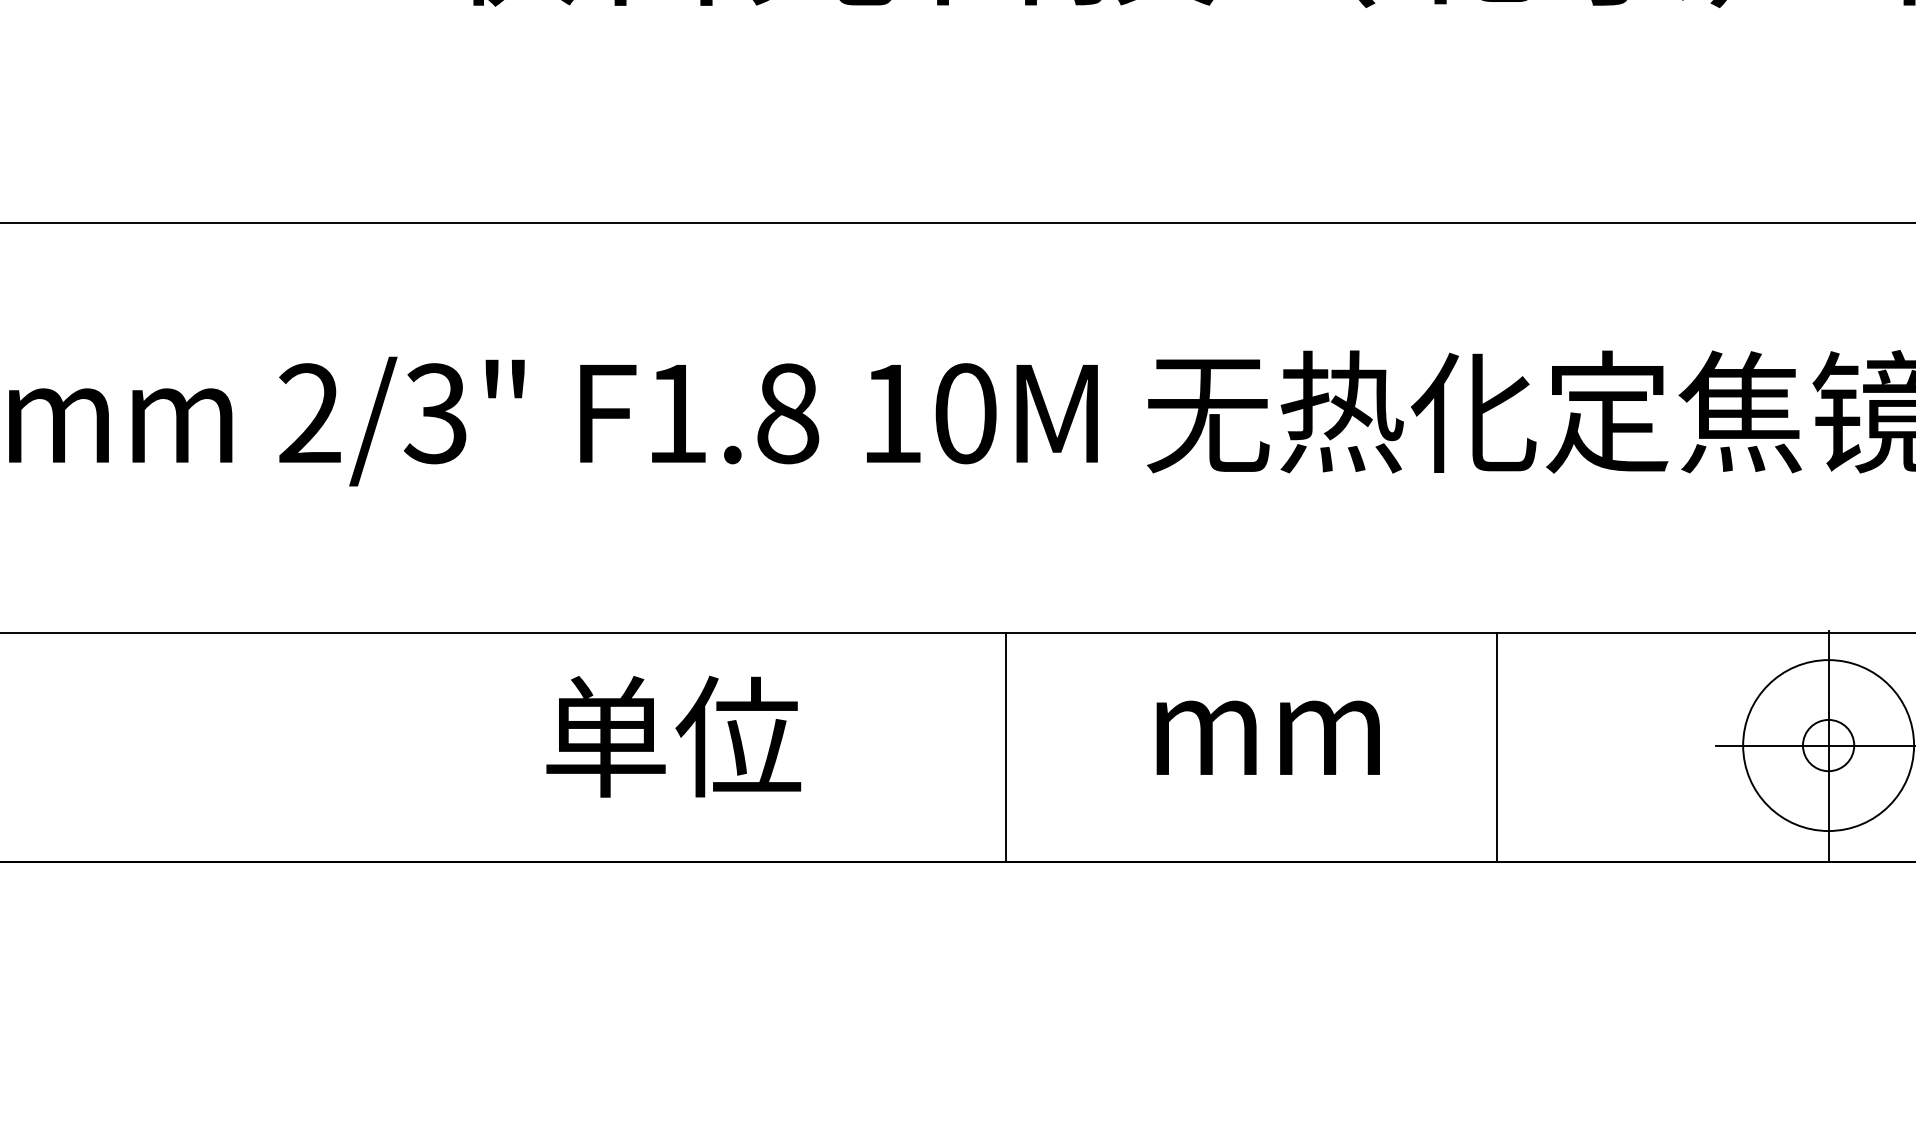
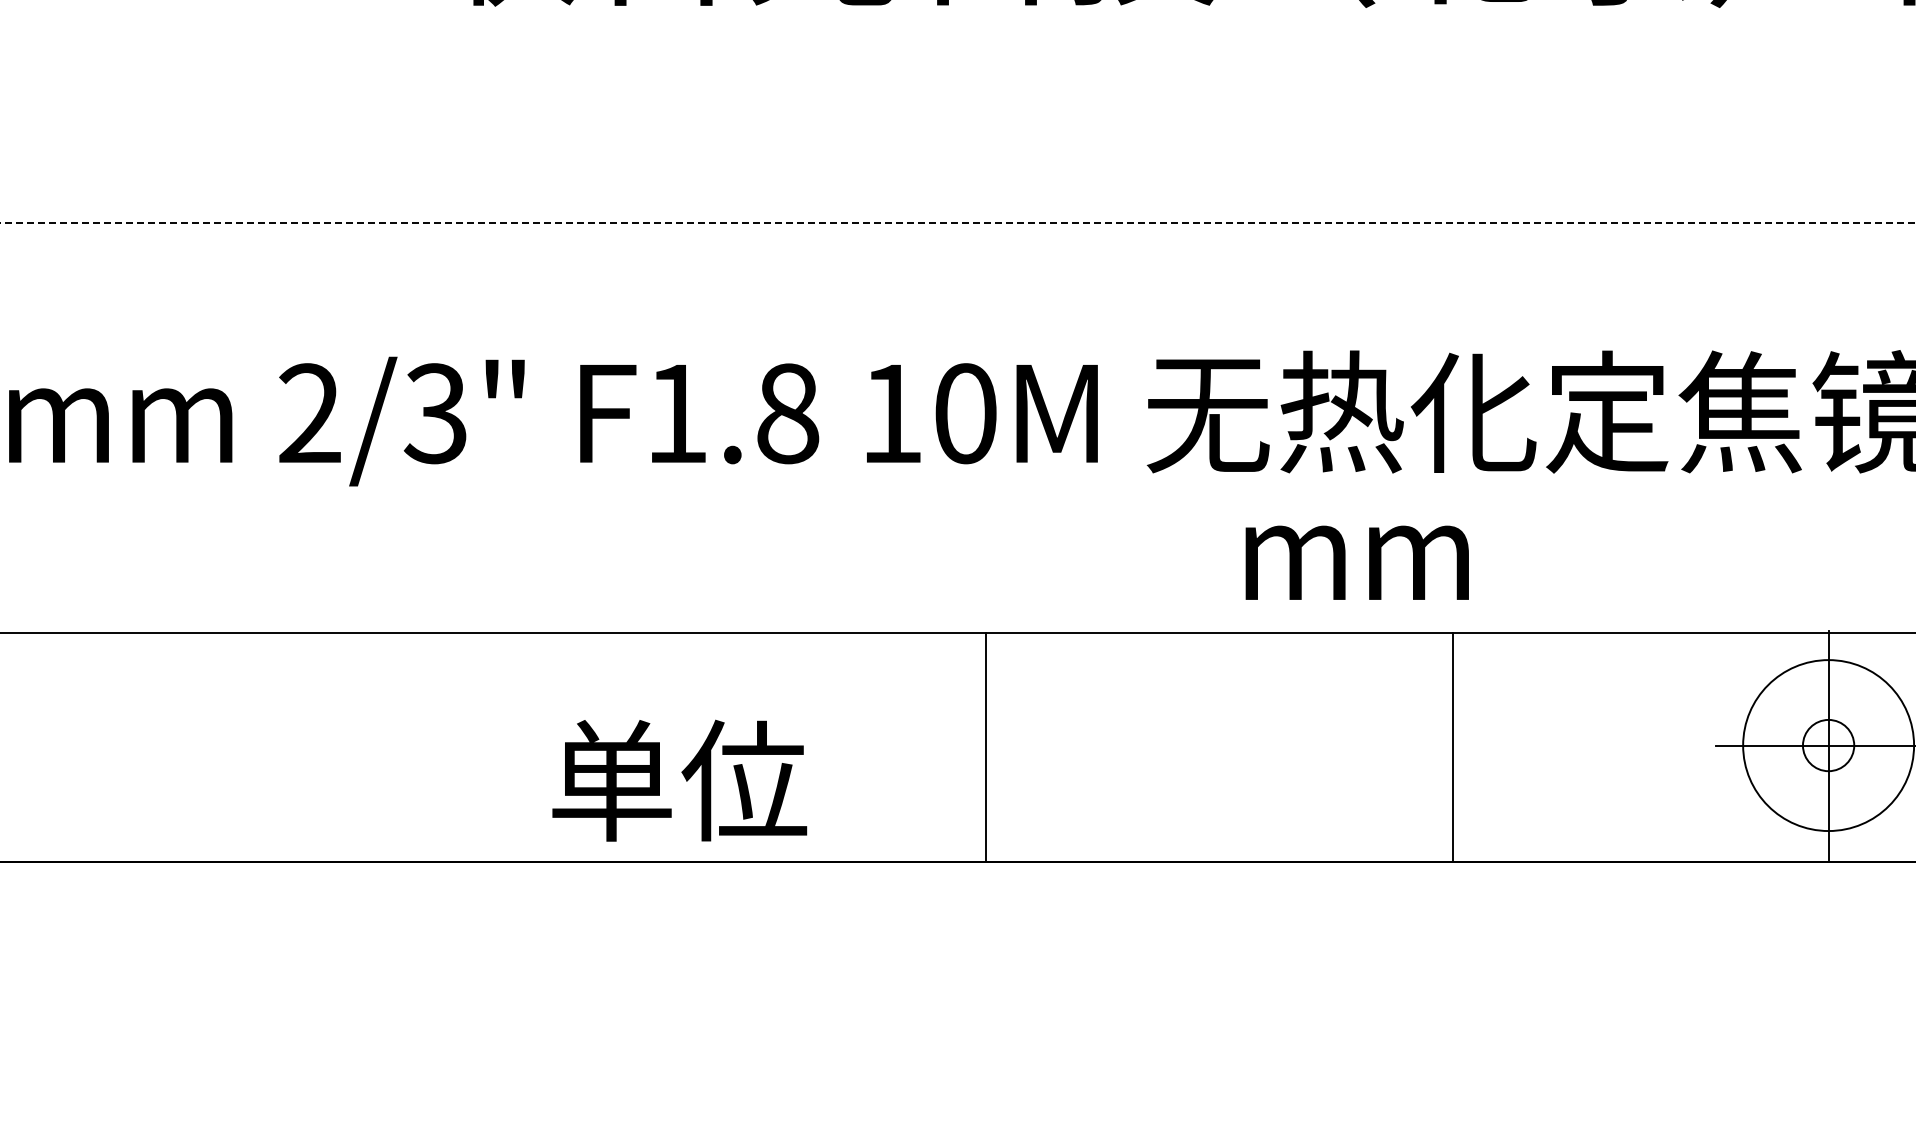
line at (957, 223): solid -> dashed
text at (673, 736) position: (673, 736) -> (679, 780)
text at (1267, 737) position: (1267, 737) -> (1356, 562)
line at (1006, 747) position: (1006, 747) -> (986, 747)
line at (1497, 747) position: (1497, 747) -> (1453, 747)
